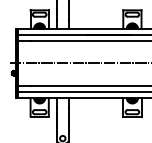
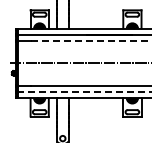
line at (92, 41): solid -> dashed
line at (84, 91): solid -> dashed
